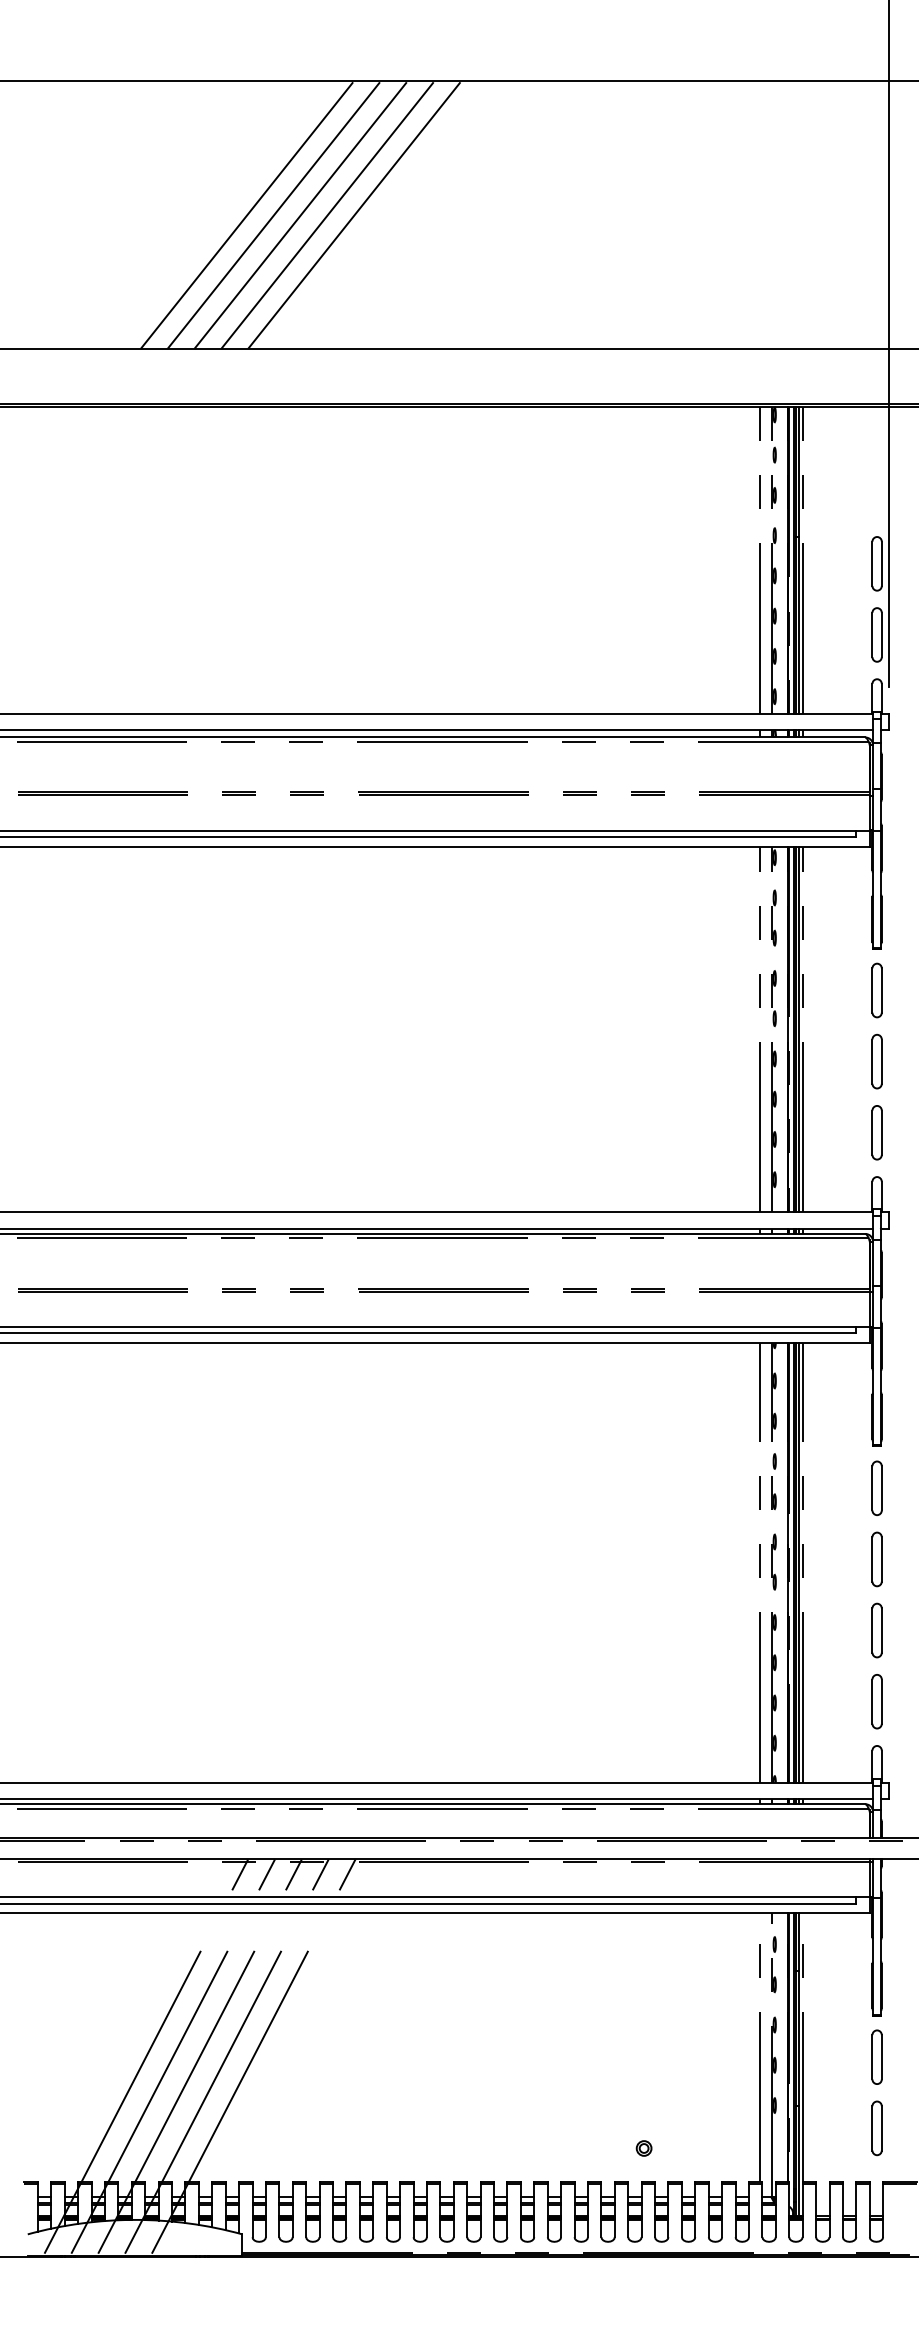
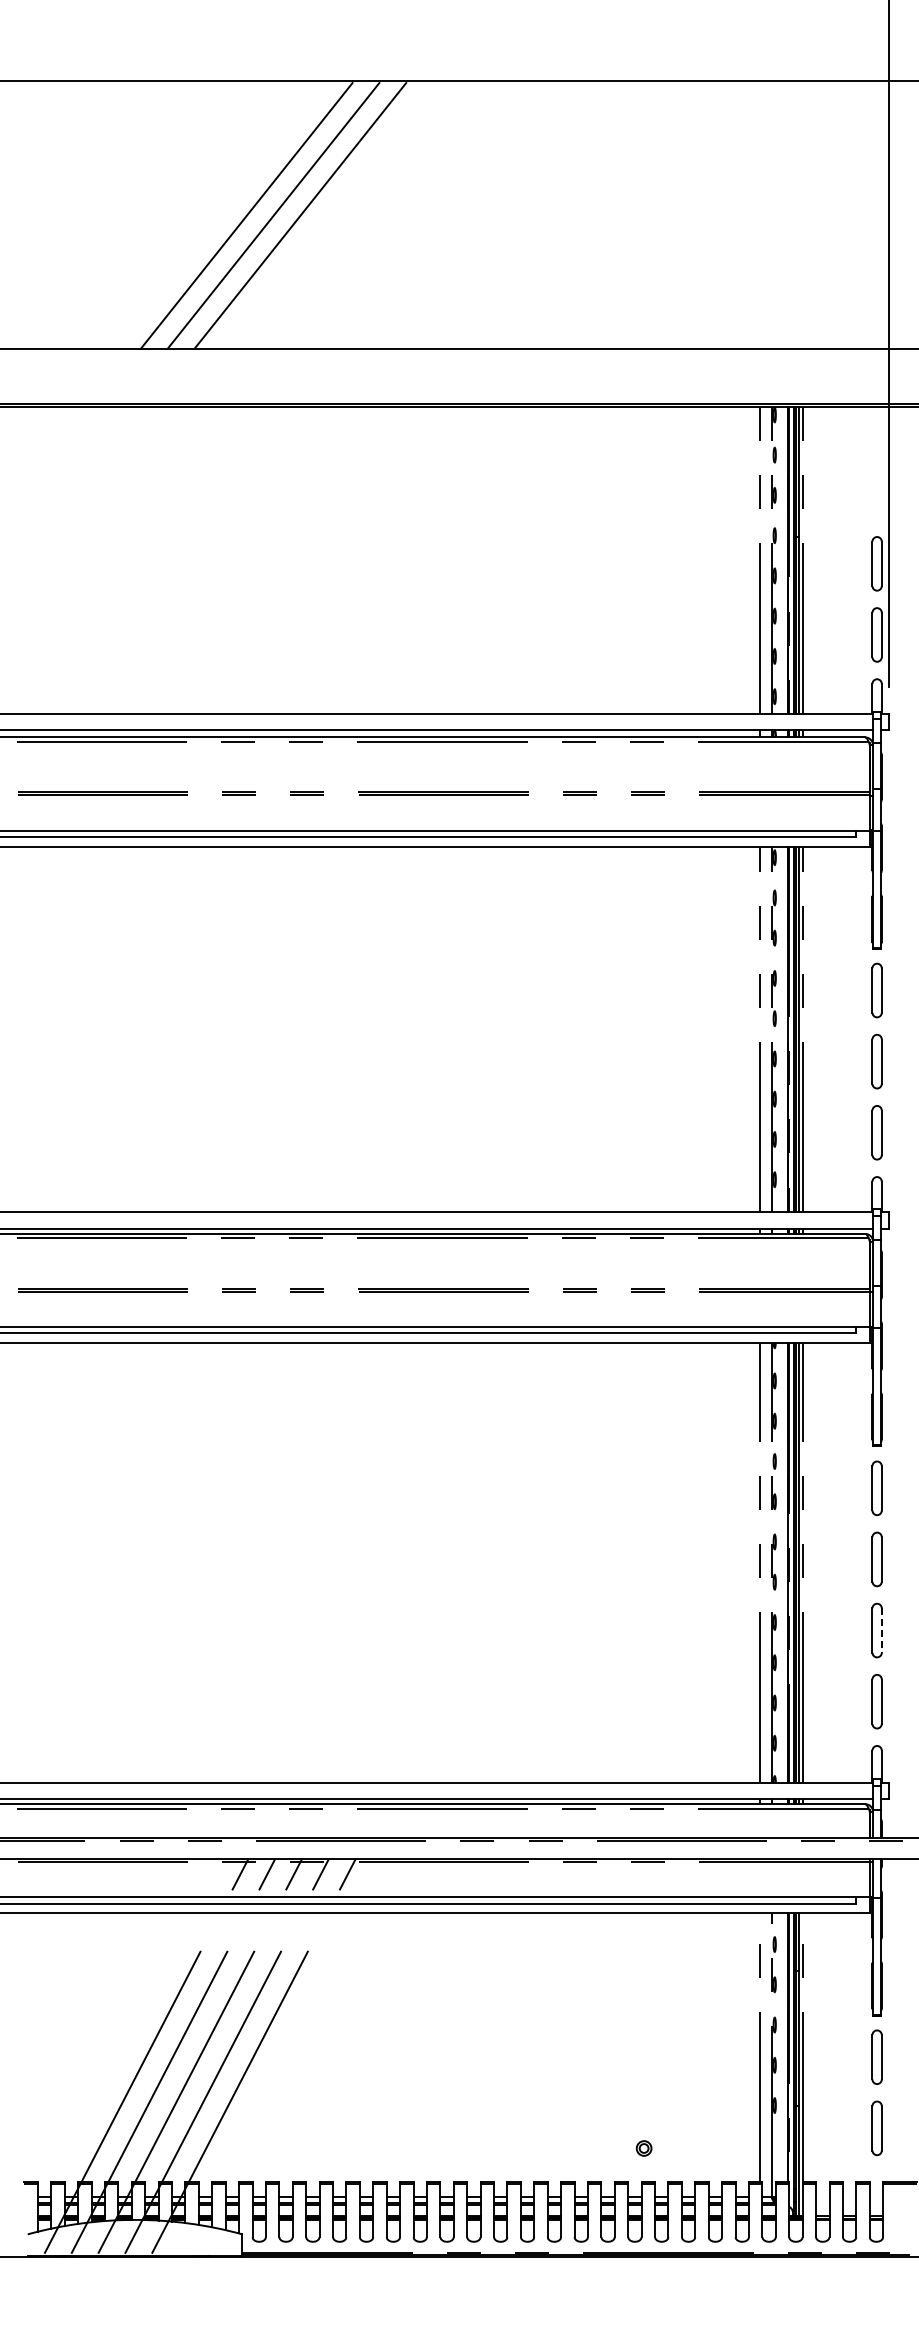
line at (328, 214): present -> none
line at (354, 214): present -> none
line at (881, 1631): solid -> dashed
